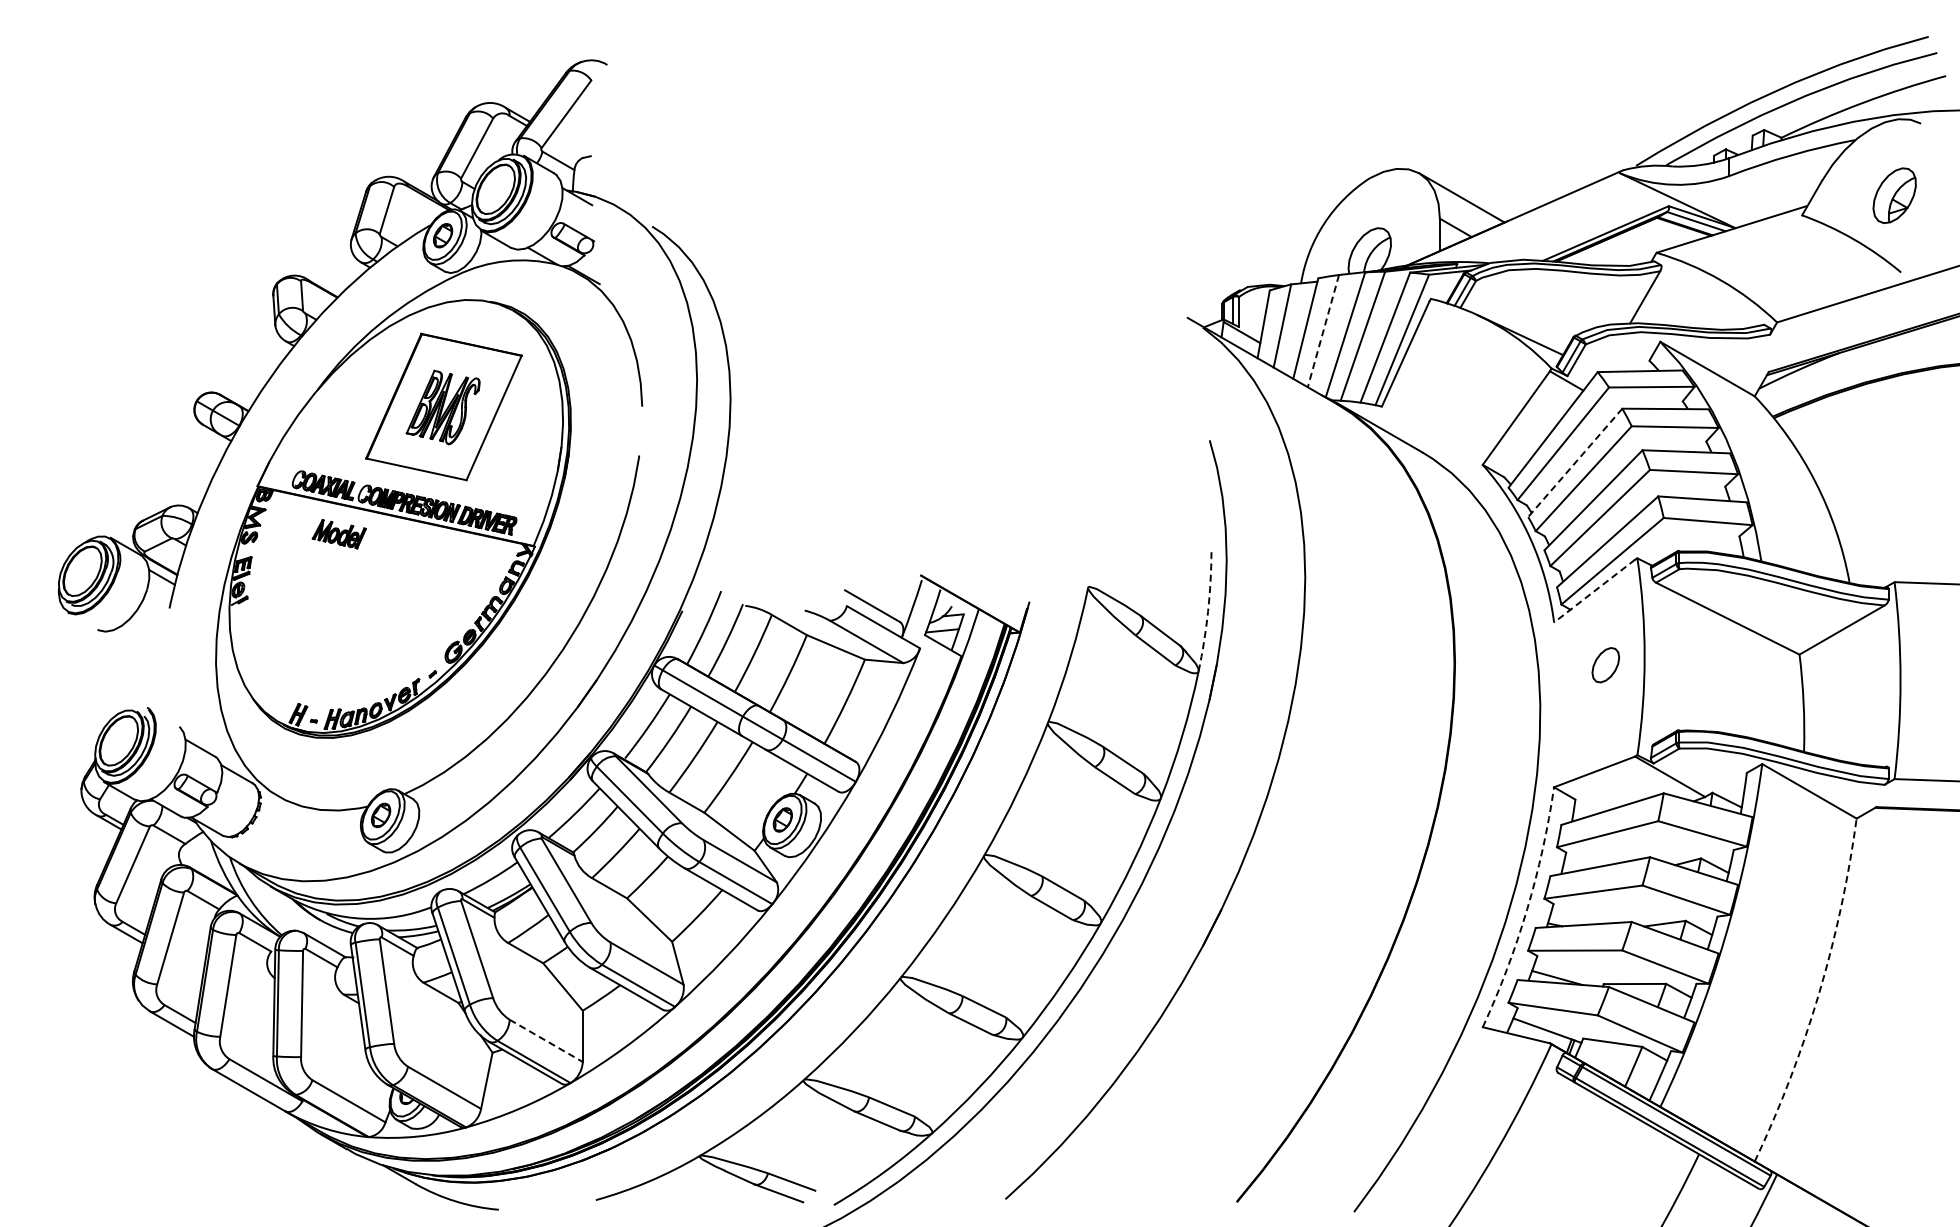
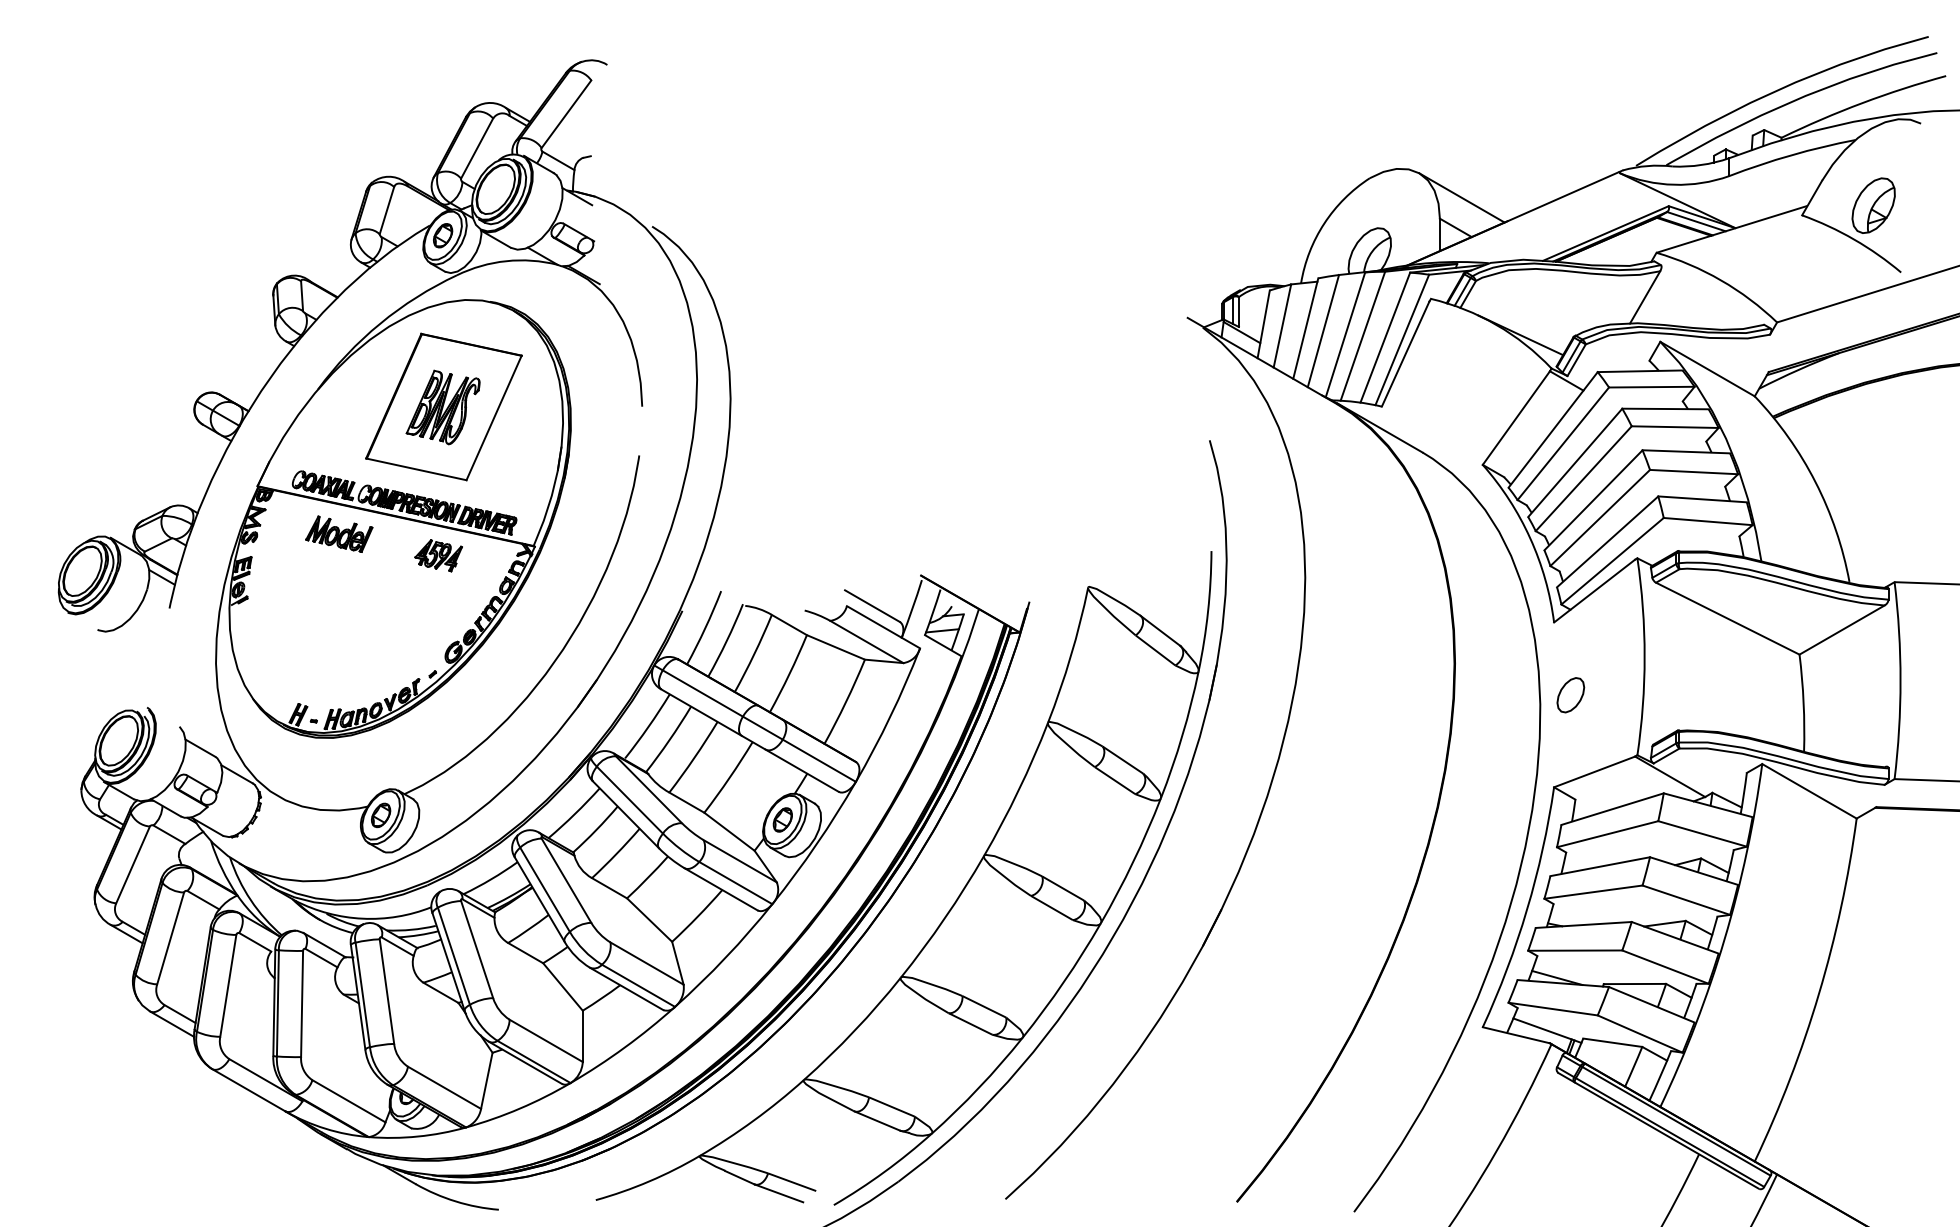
part at (1894, 195) position: (1894, 195) -> (1873, 205)
line at (1323, 331): dashed -> solid
line at (1575, 462): dashed -> solid
part at (338, 534) size: 56x31 px -> 69x38 px
part at (438, 555): none -> present
line at (1594, 591): dashed -> solid
arc at (1208, 611): dashed -> solid
part at (1605, 665) position: (1605, 665) -> (1570, 695)
arc at (1527, 909): dashed -> solid
arc at (1818, 993): dashed -> solid
line at (546, 1041): dashed -> solid
